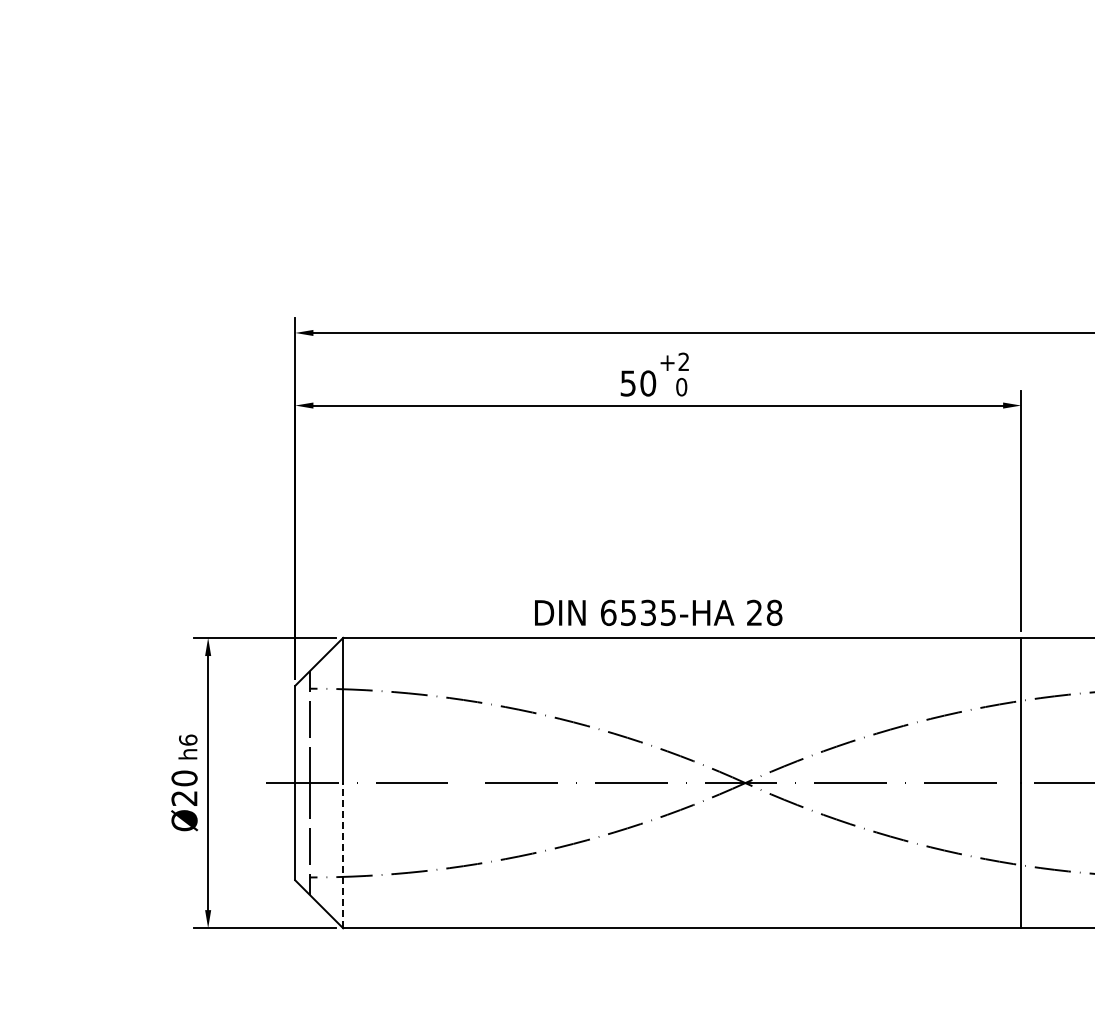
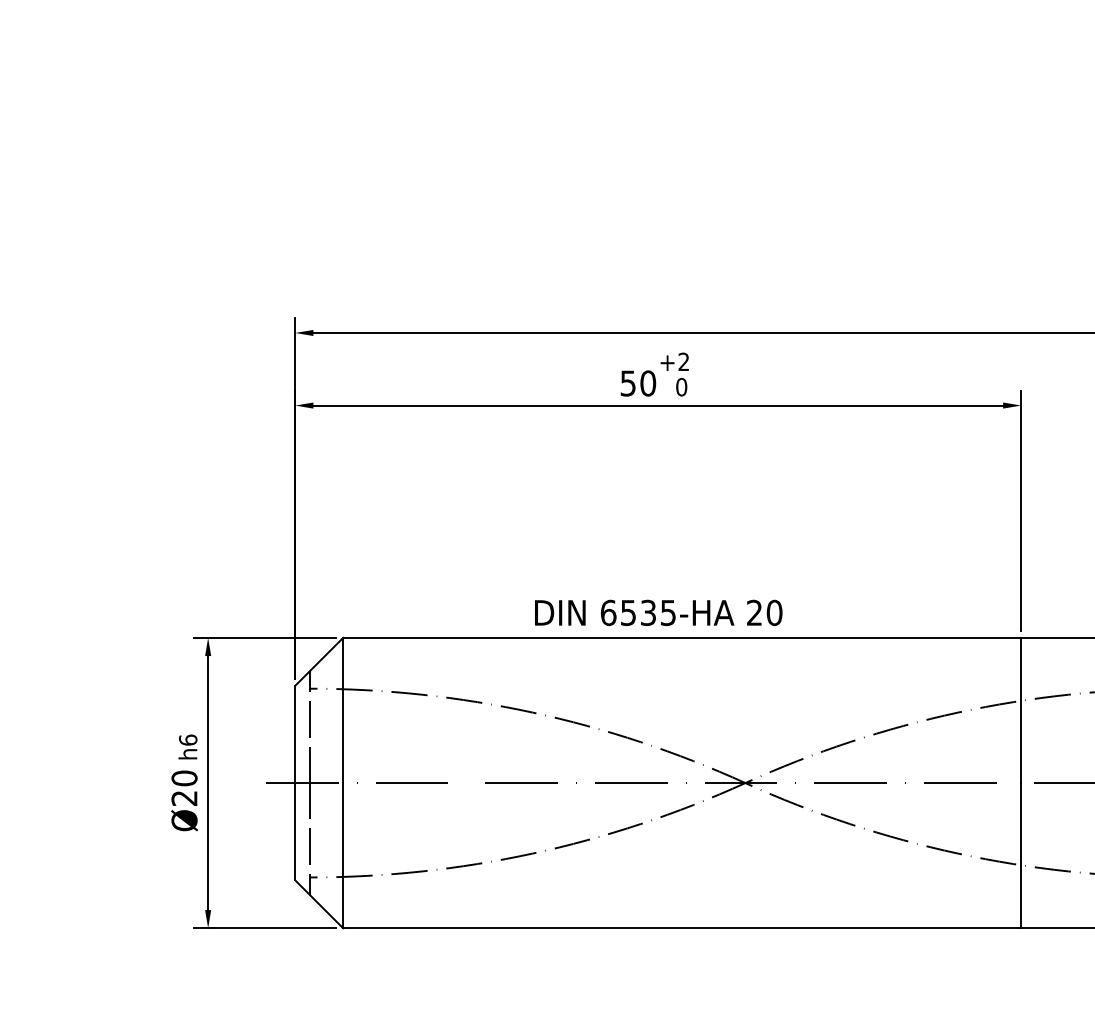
text at (774, 612): 28 -> 20
line at (343, 855): dashed -> solid
